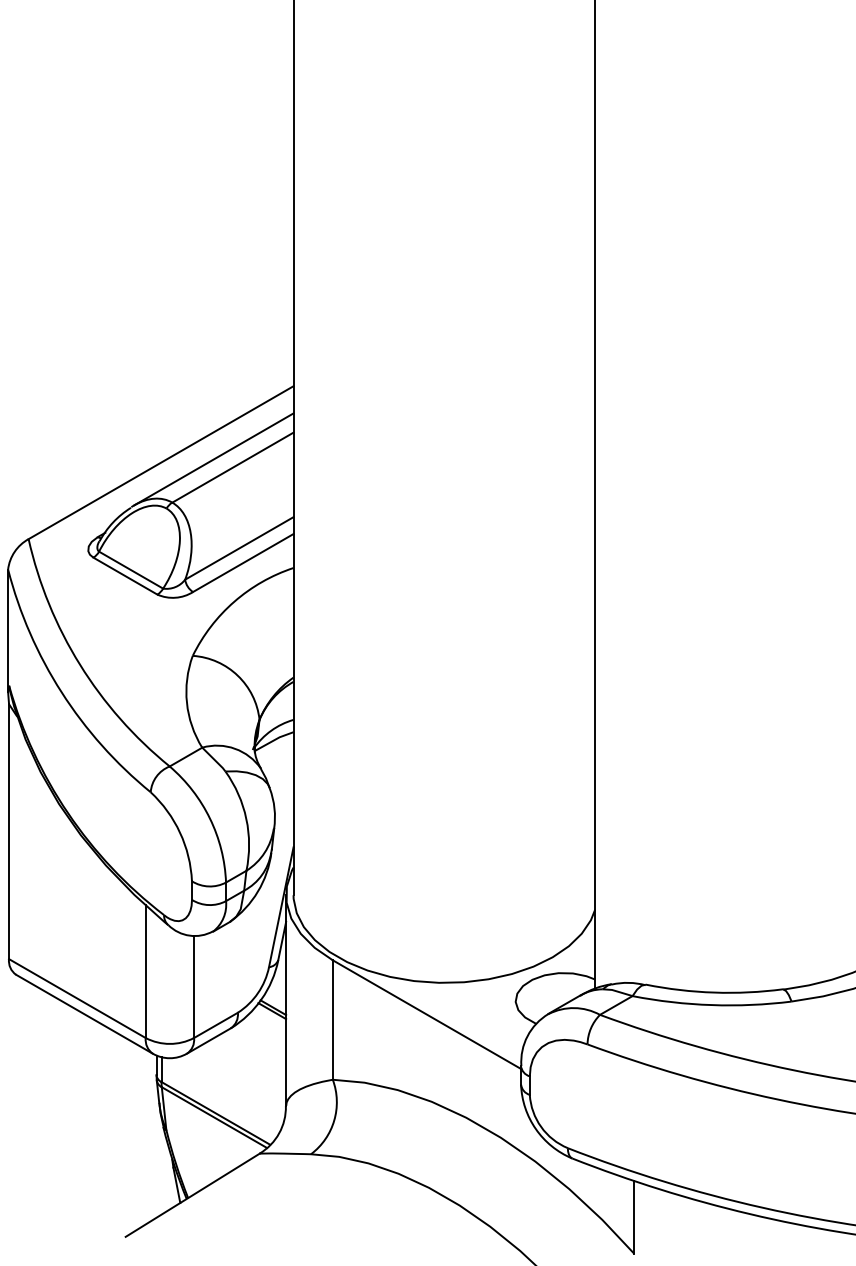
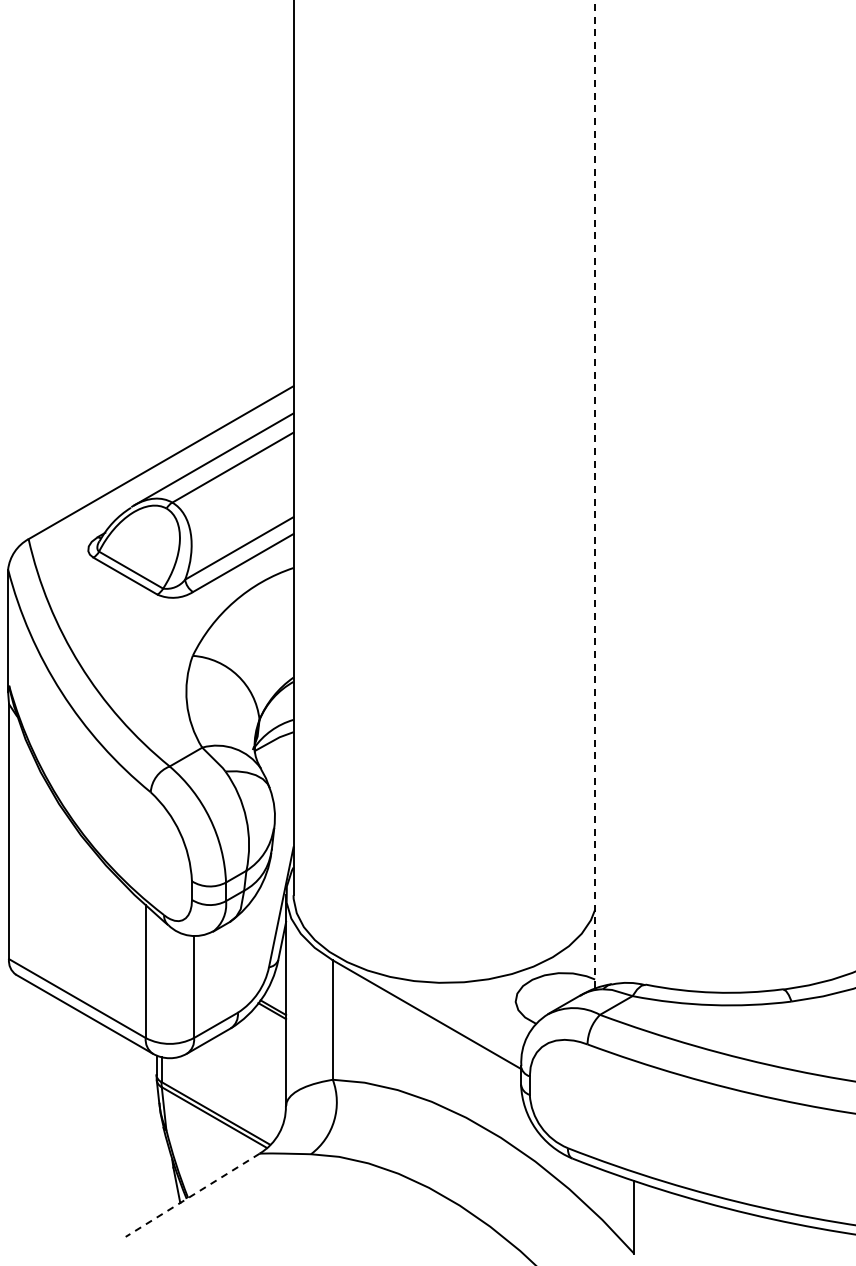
line at (595, 495): solid -> dashed
line at (192, 1195): solid -> dashed
